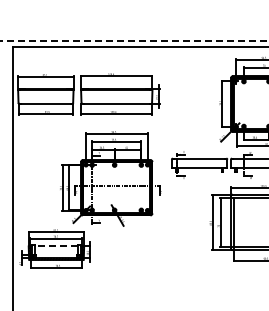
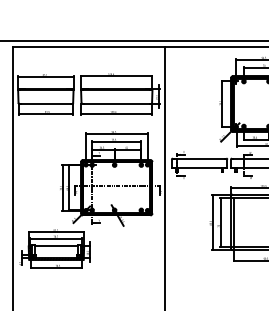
line at (134, 40): dashed -> solid
line at (165, 177): none -> present
line at (55, 245): dashed -> solid
